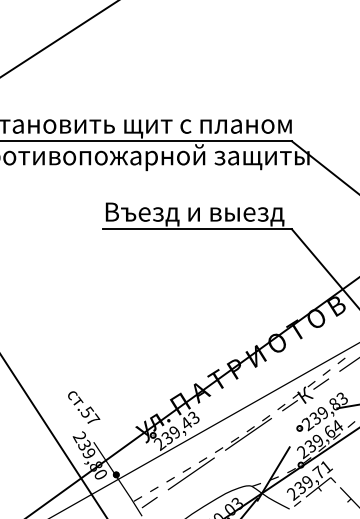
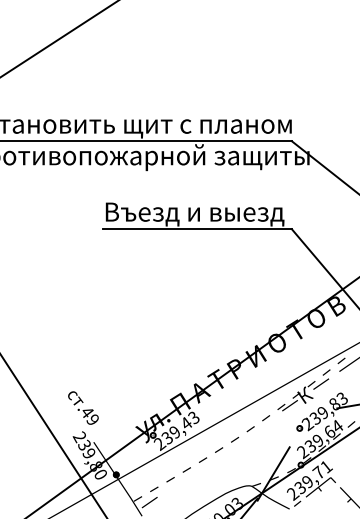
text at (90, 415): .57 -> .49
fill at (248, 434): present -> none
fill at (191, 473): present -> none
